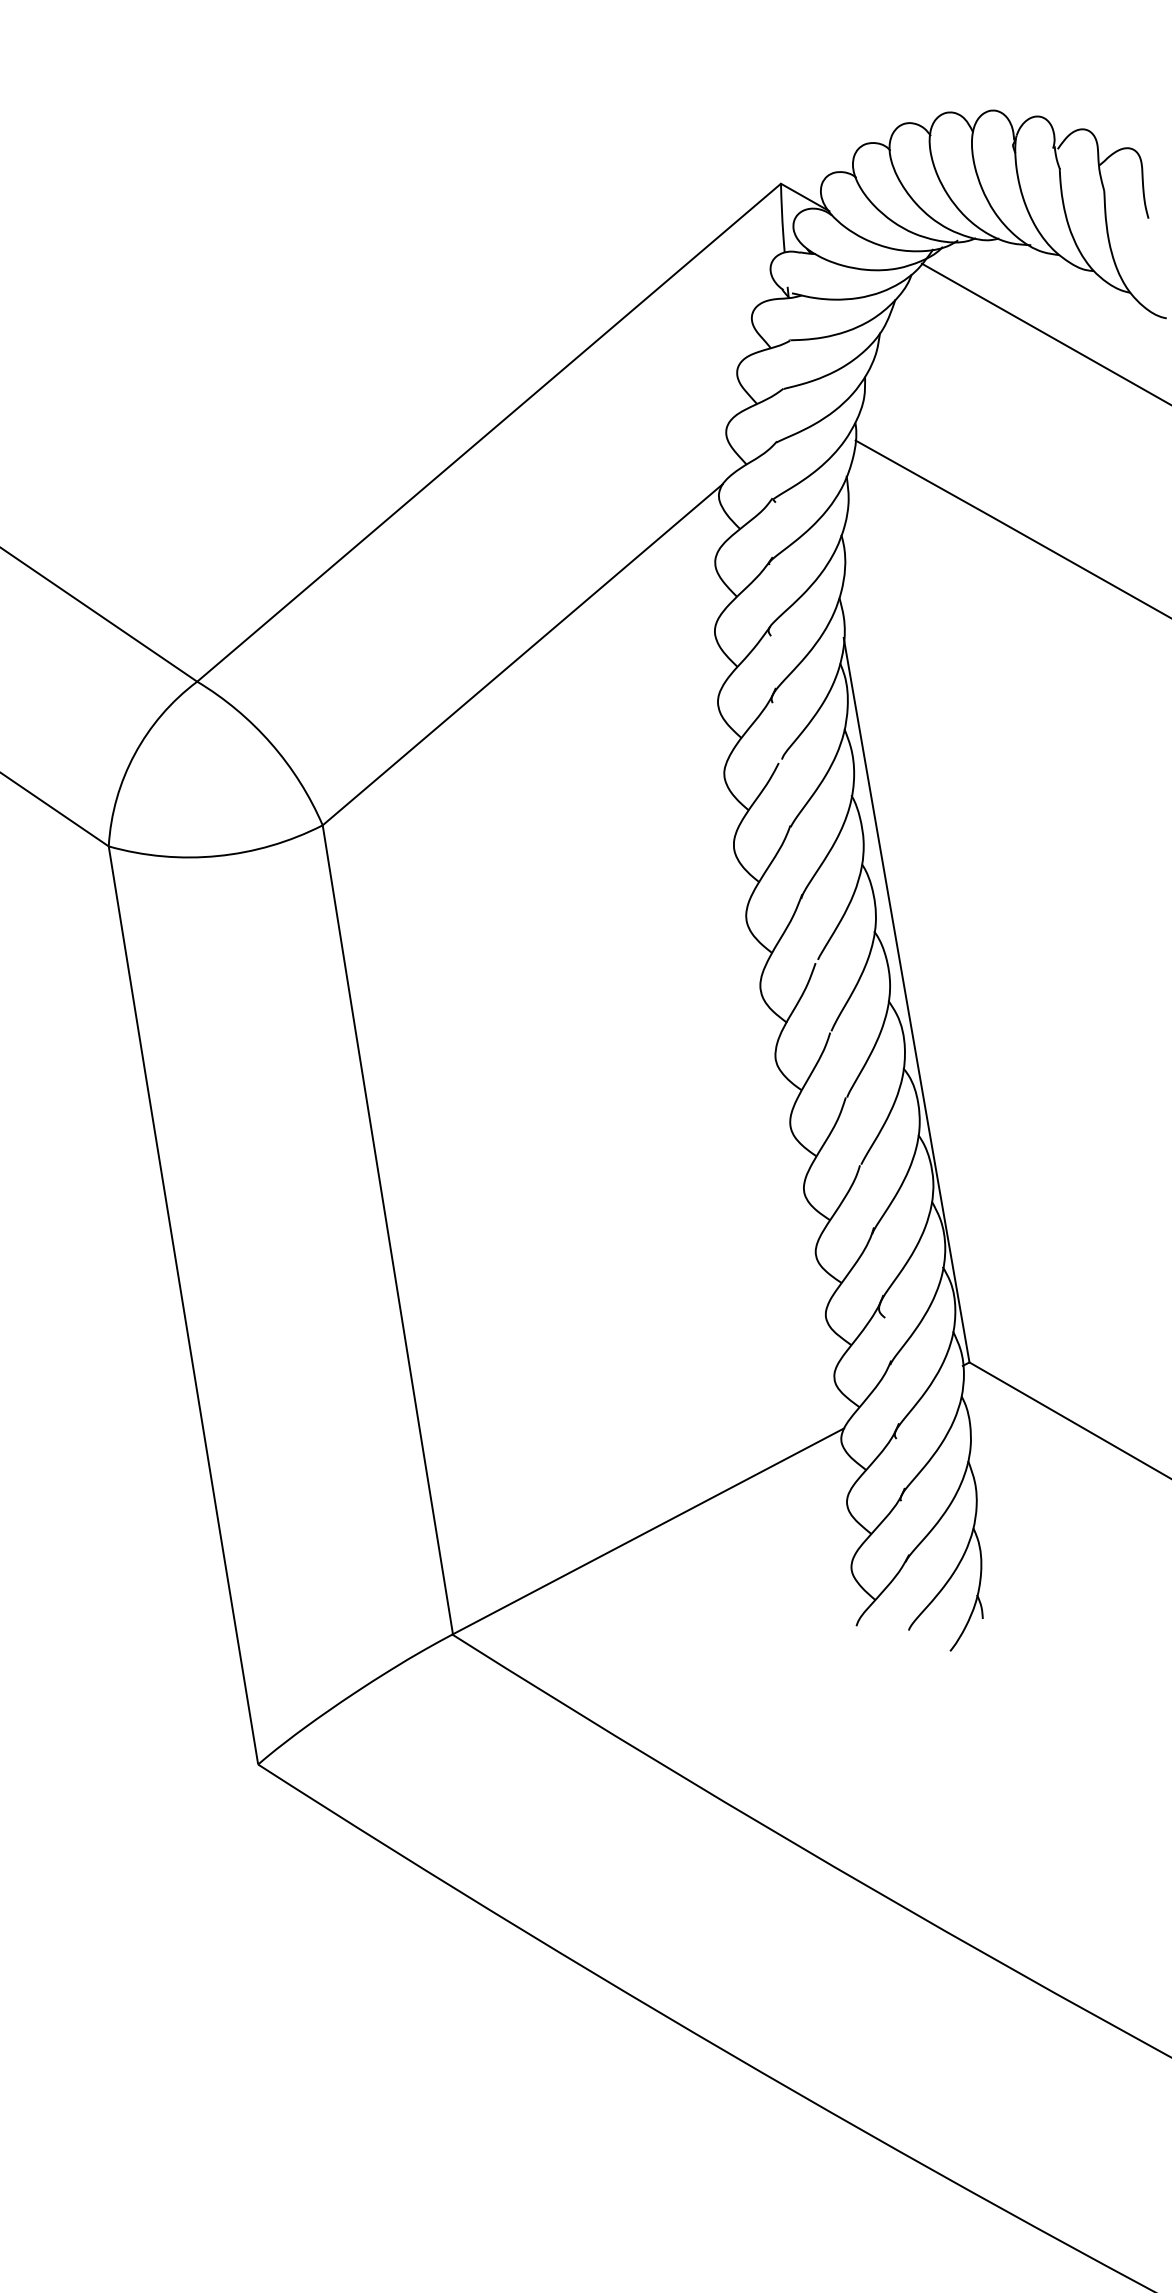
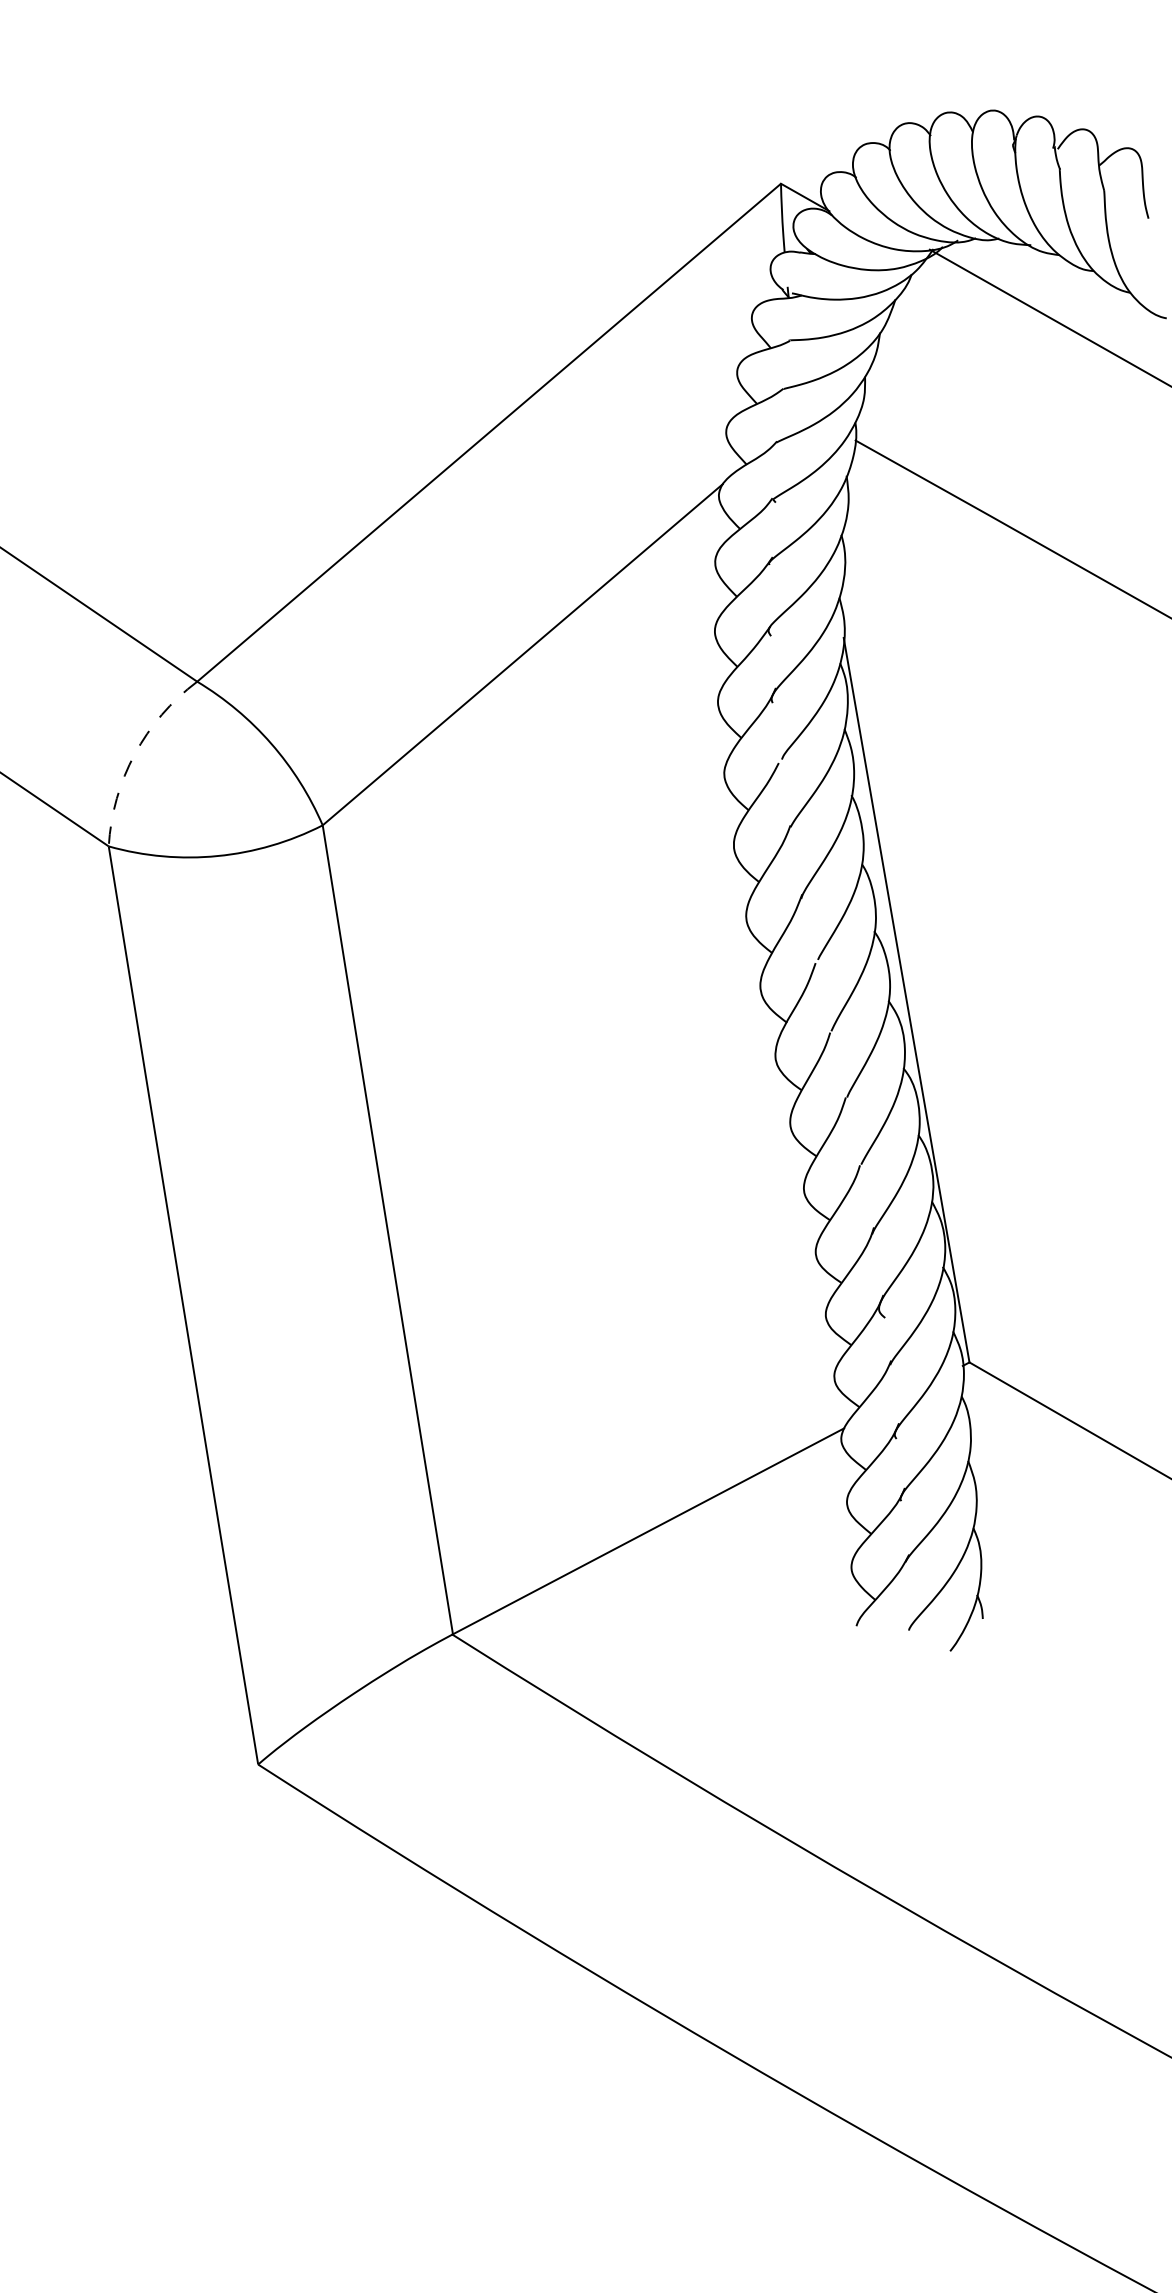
line at (1044, 333) position: (1044, 333) -> (1048, 317)
arc at (134, 754): solid -> dashed
